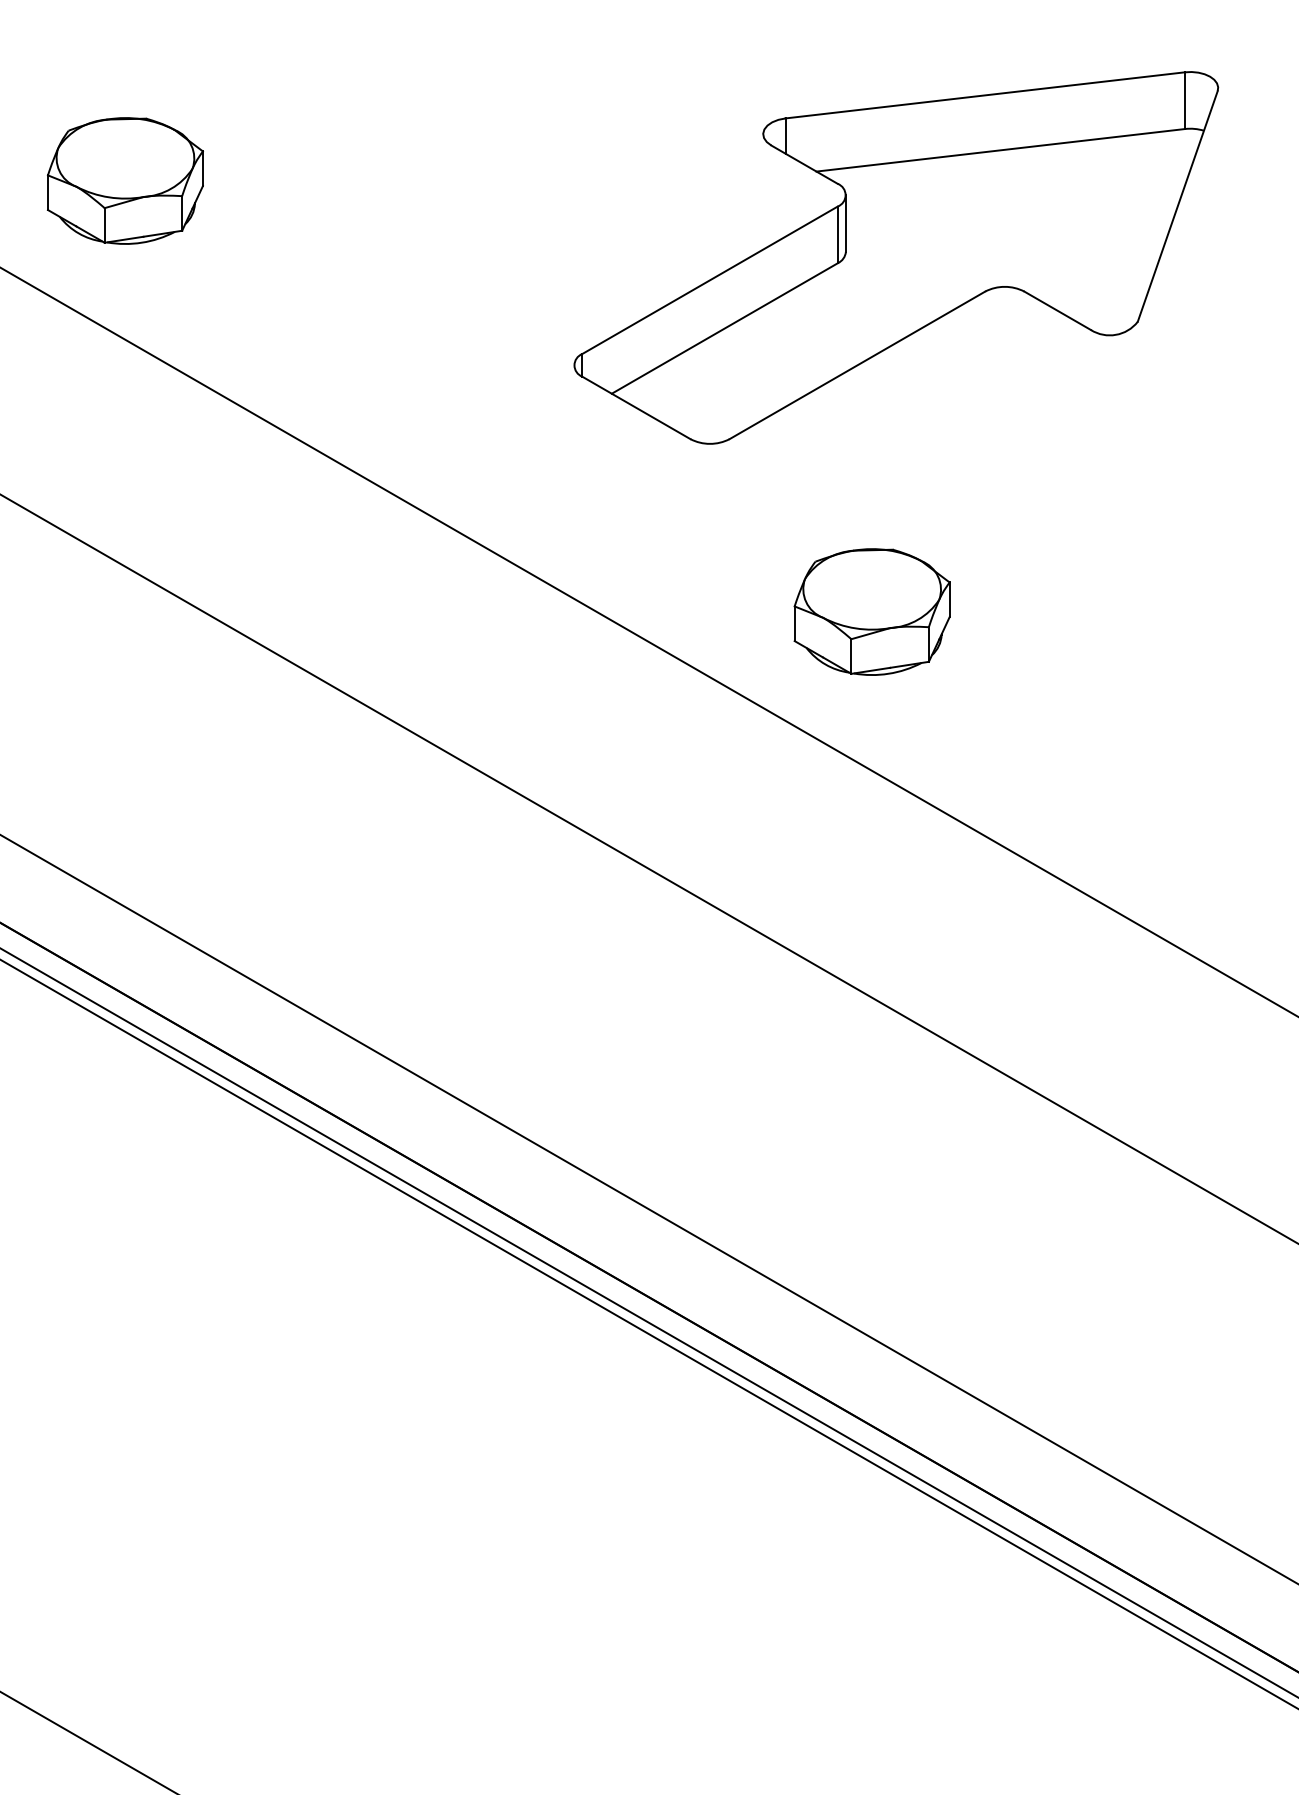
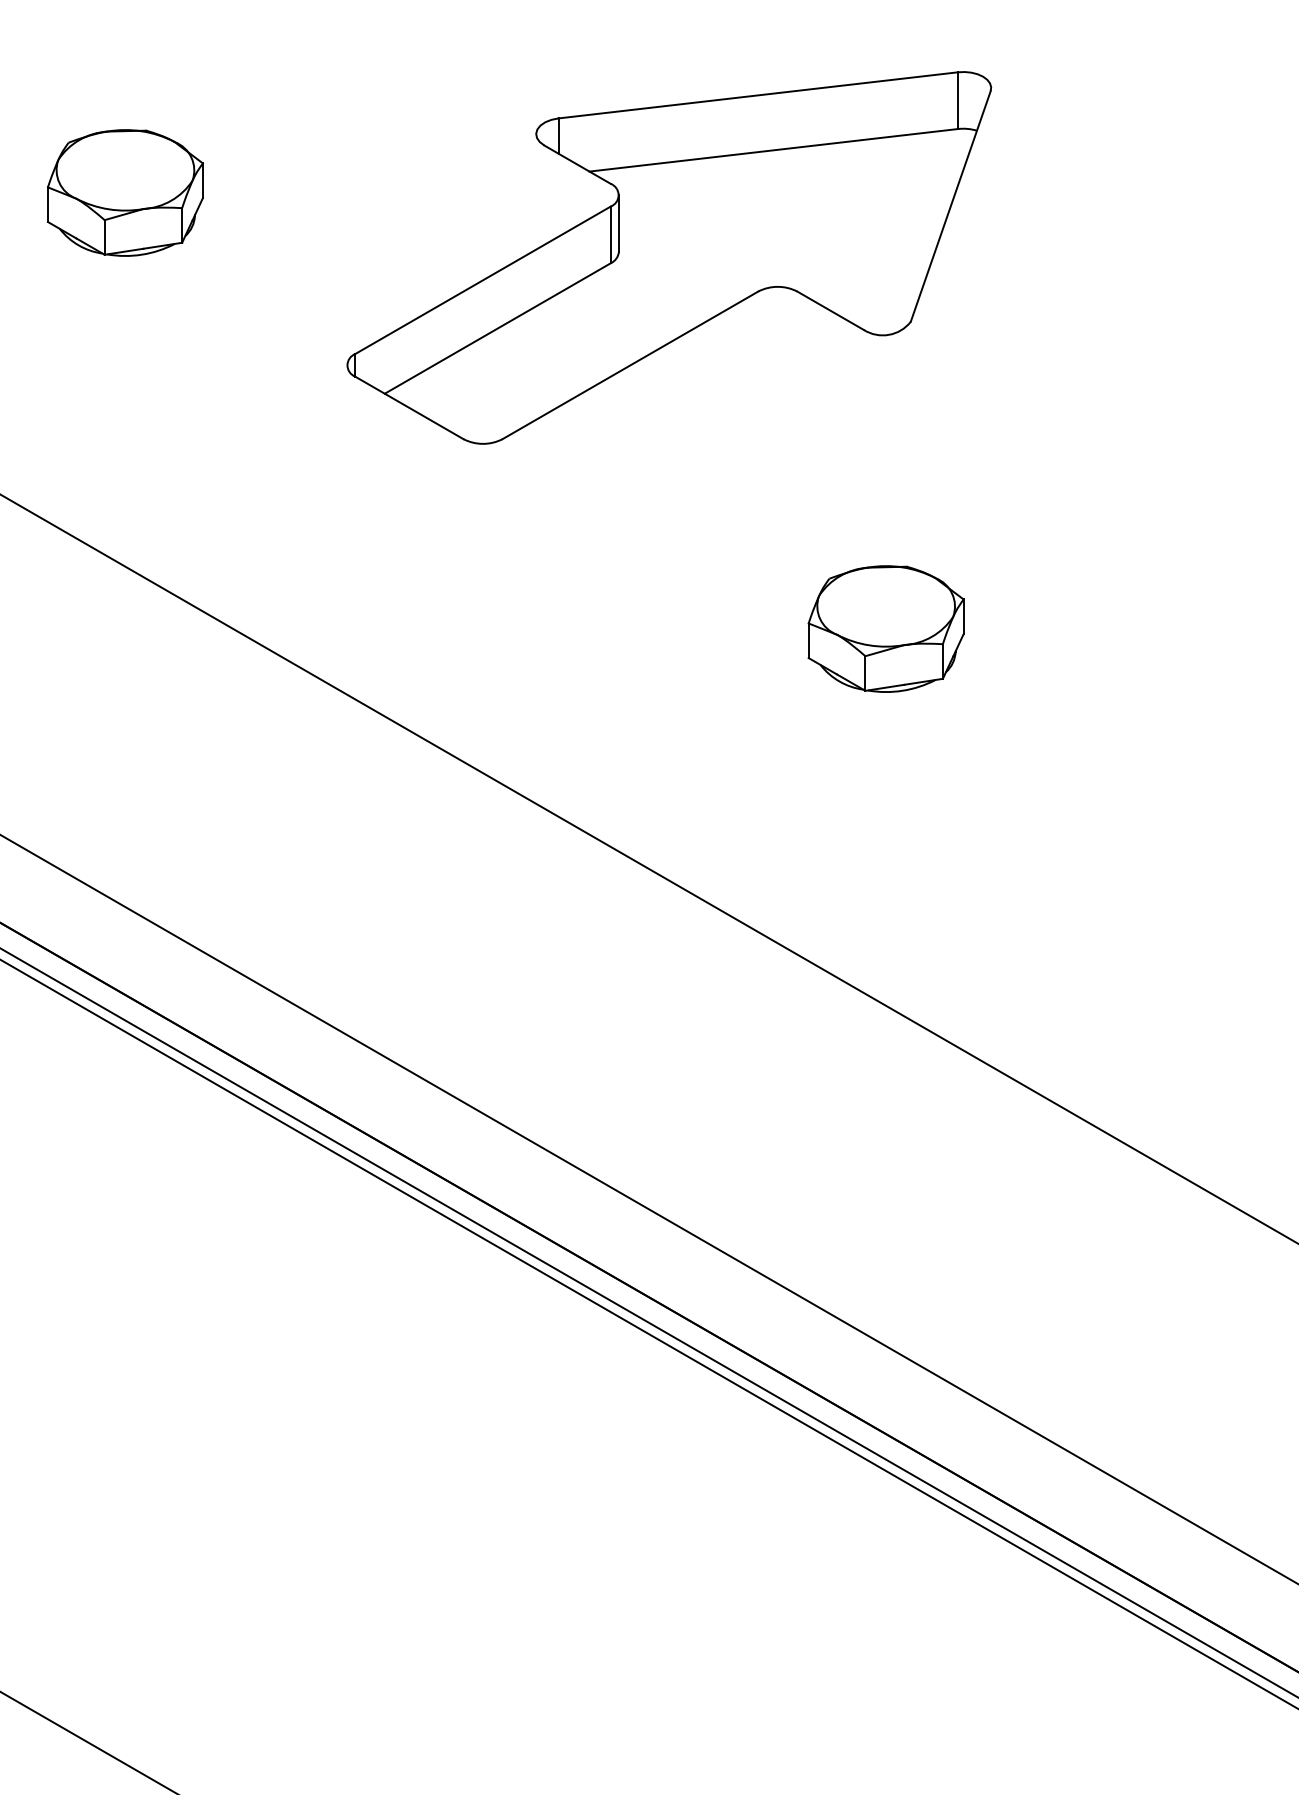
part at (125, 180) position: (125, 180) -> (125, 192)
part at (896, 257) position: (896, 257) -> (669, 257)
part at (871, 611) position: (871, 611) -> (885, 628)
line at (648, 641): present -> none
